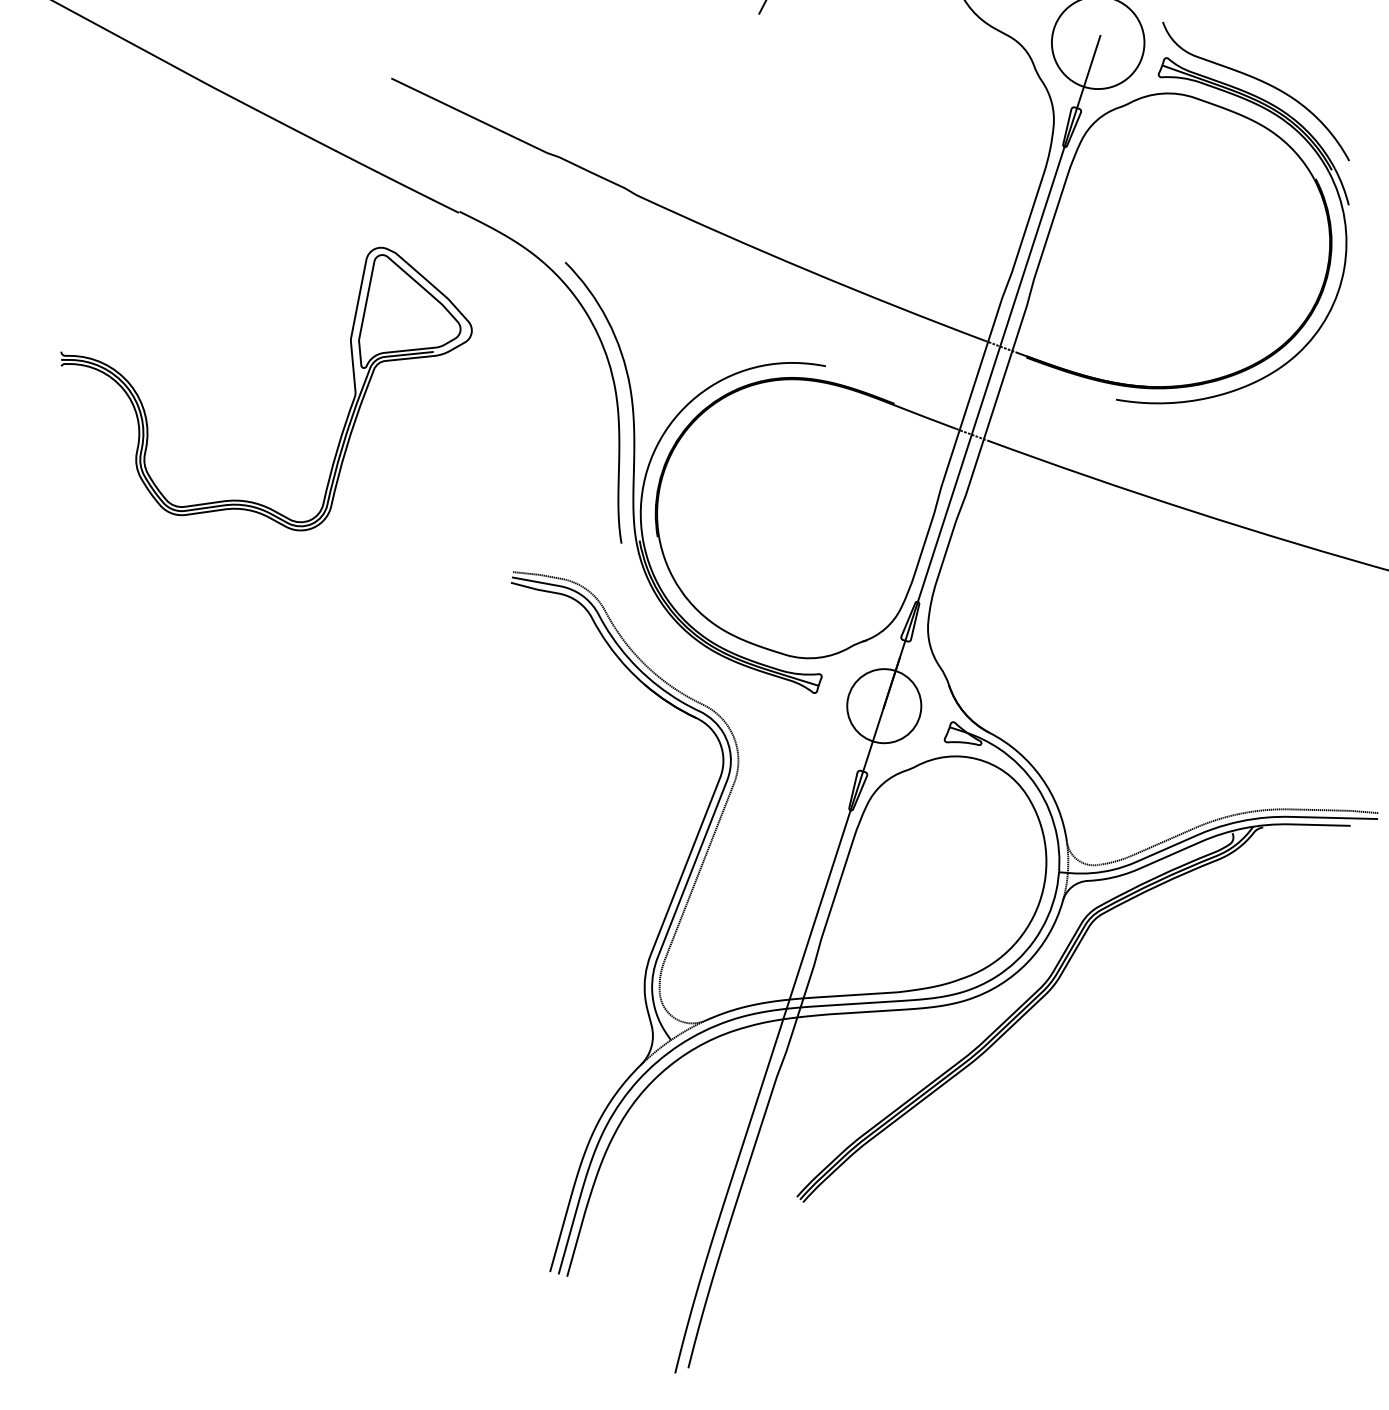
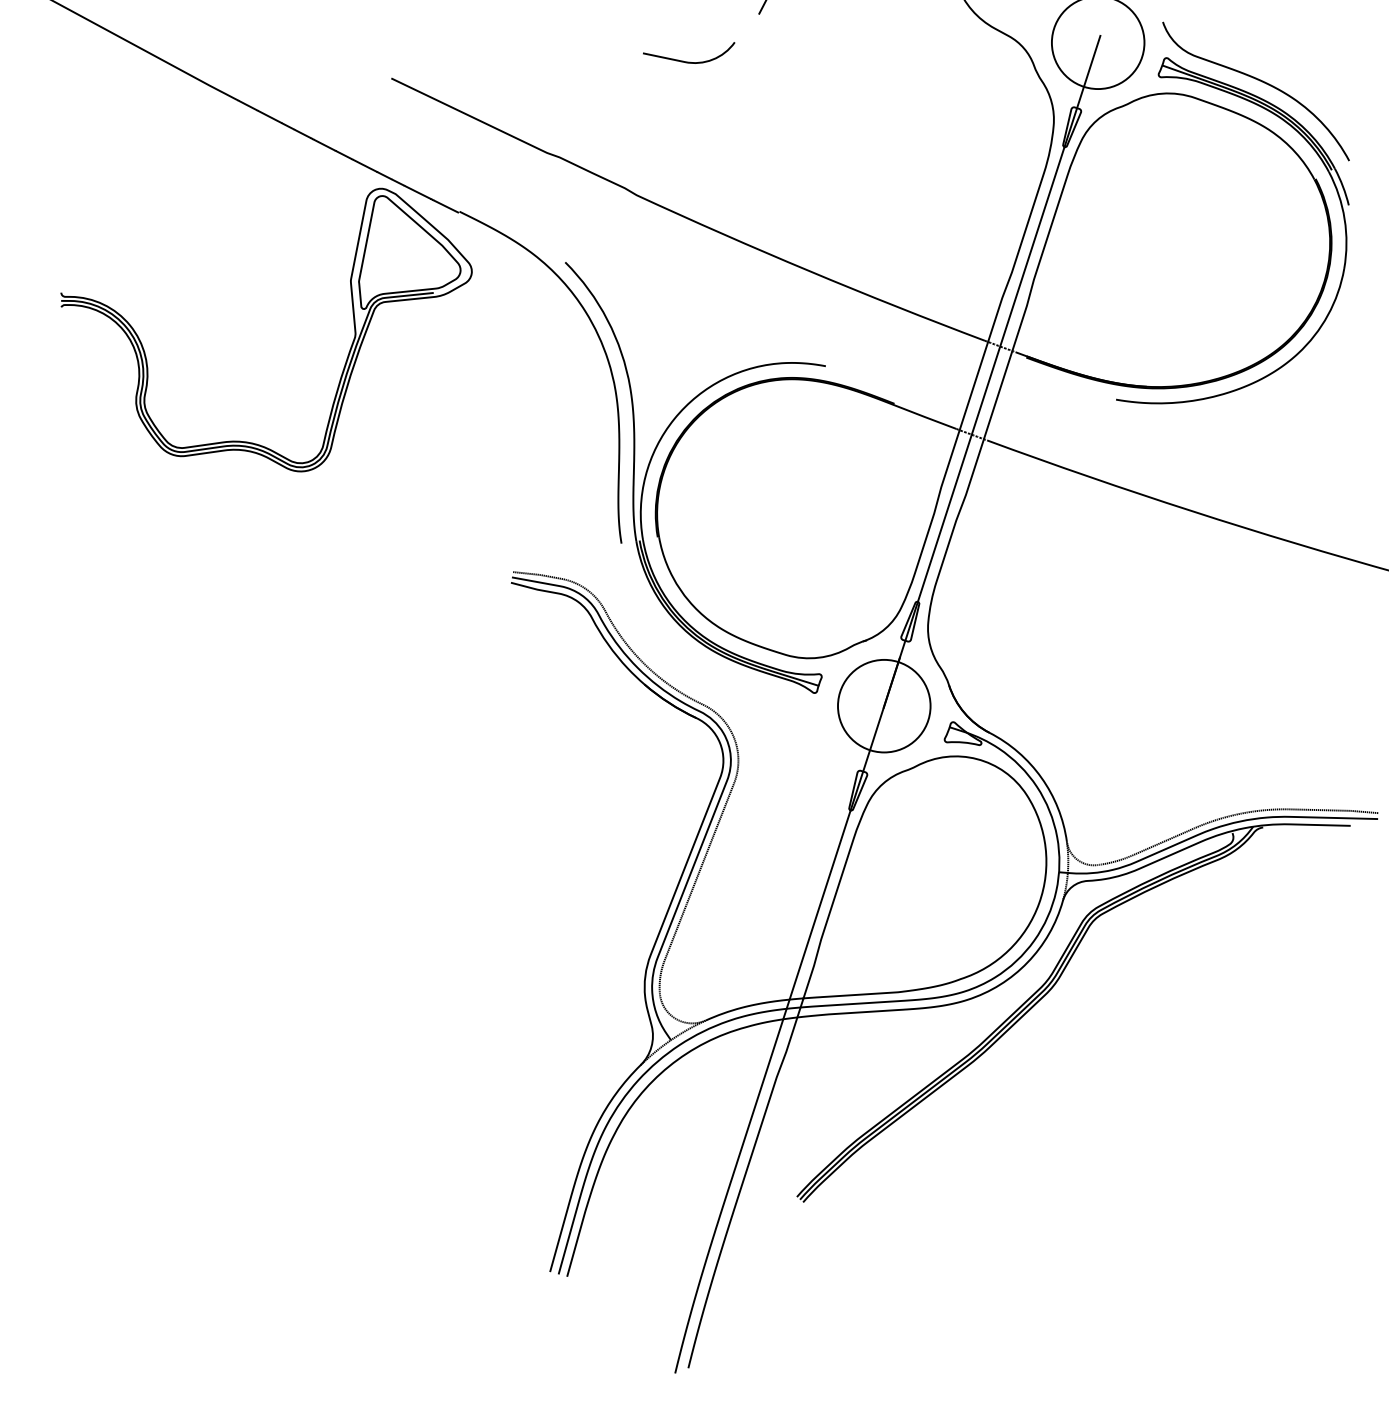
curve at (689, 61): none -> present
part at (347, 414) position: (347, 414) -> (347, 355)
circle at (884, 706) diameter: 74 px -> 93 px
